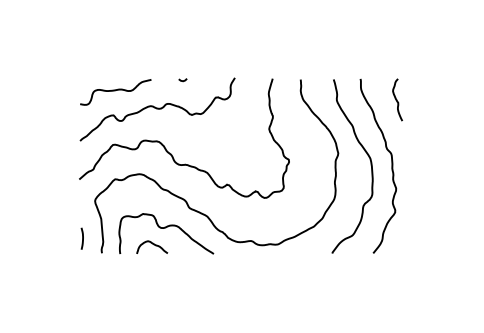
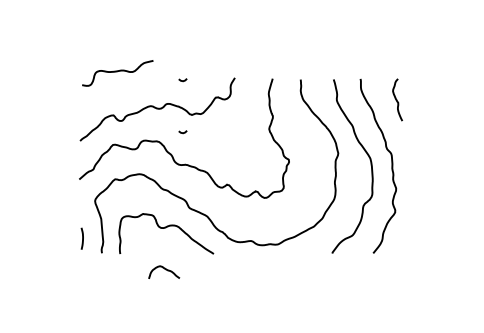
curve at (115, 91) position: (115, 91) -> (117, 72)
curve at (182, 132): none -> present
curve at (153, 245) position: (153, 245) -> (165, 270)
